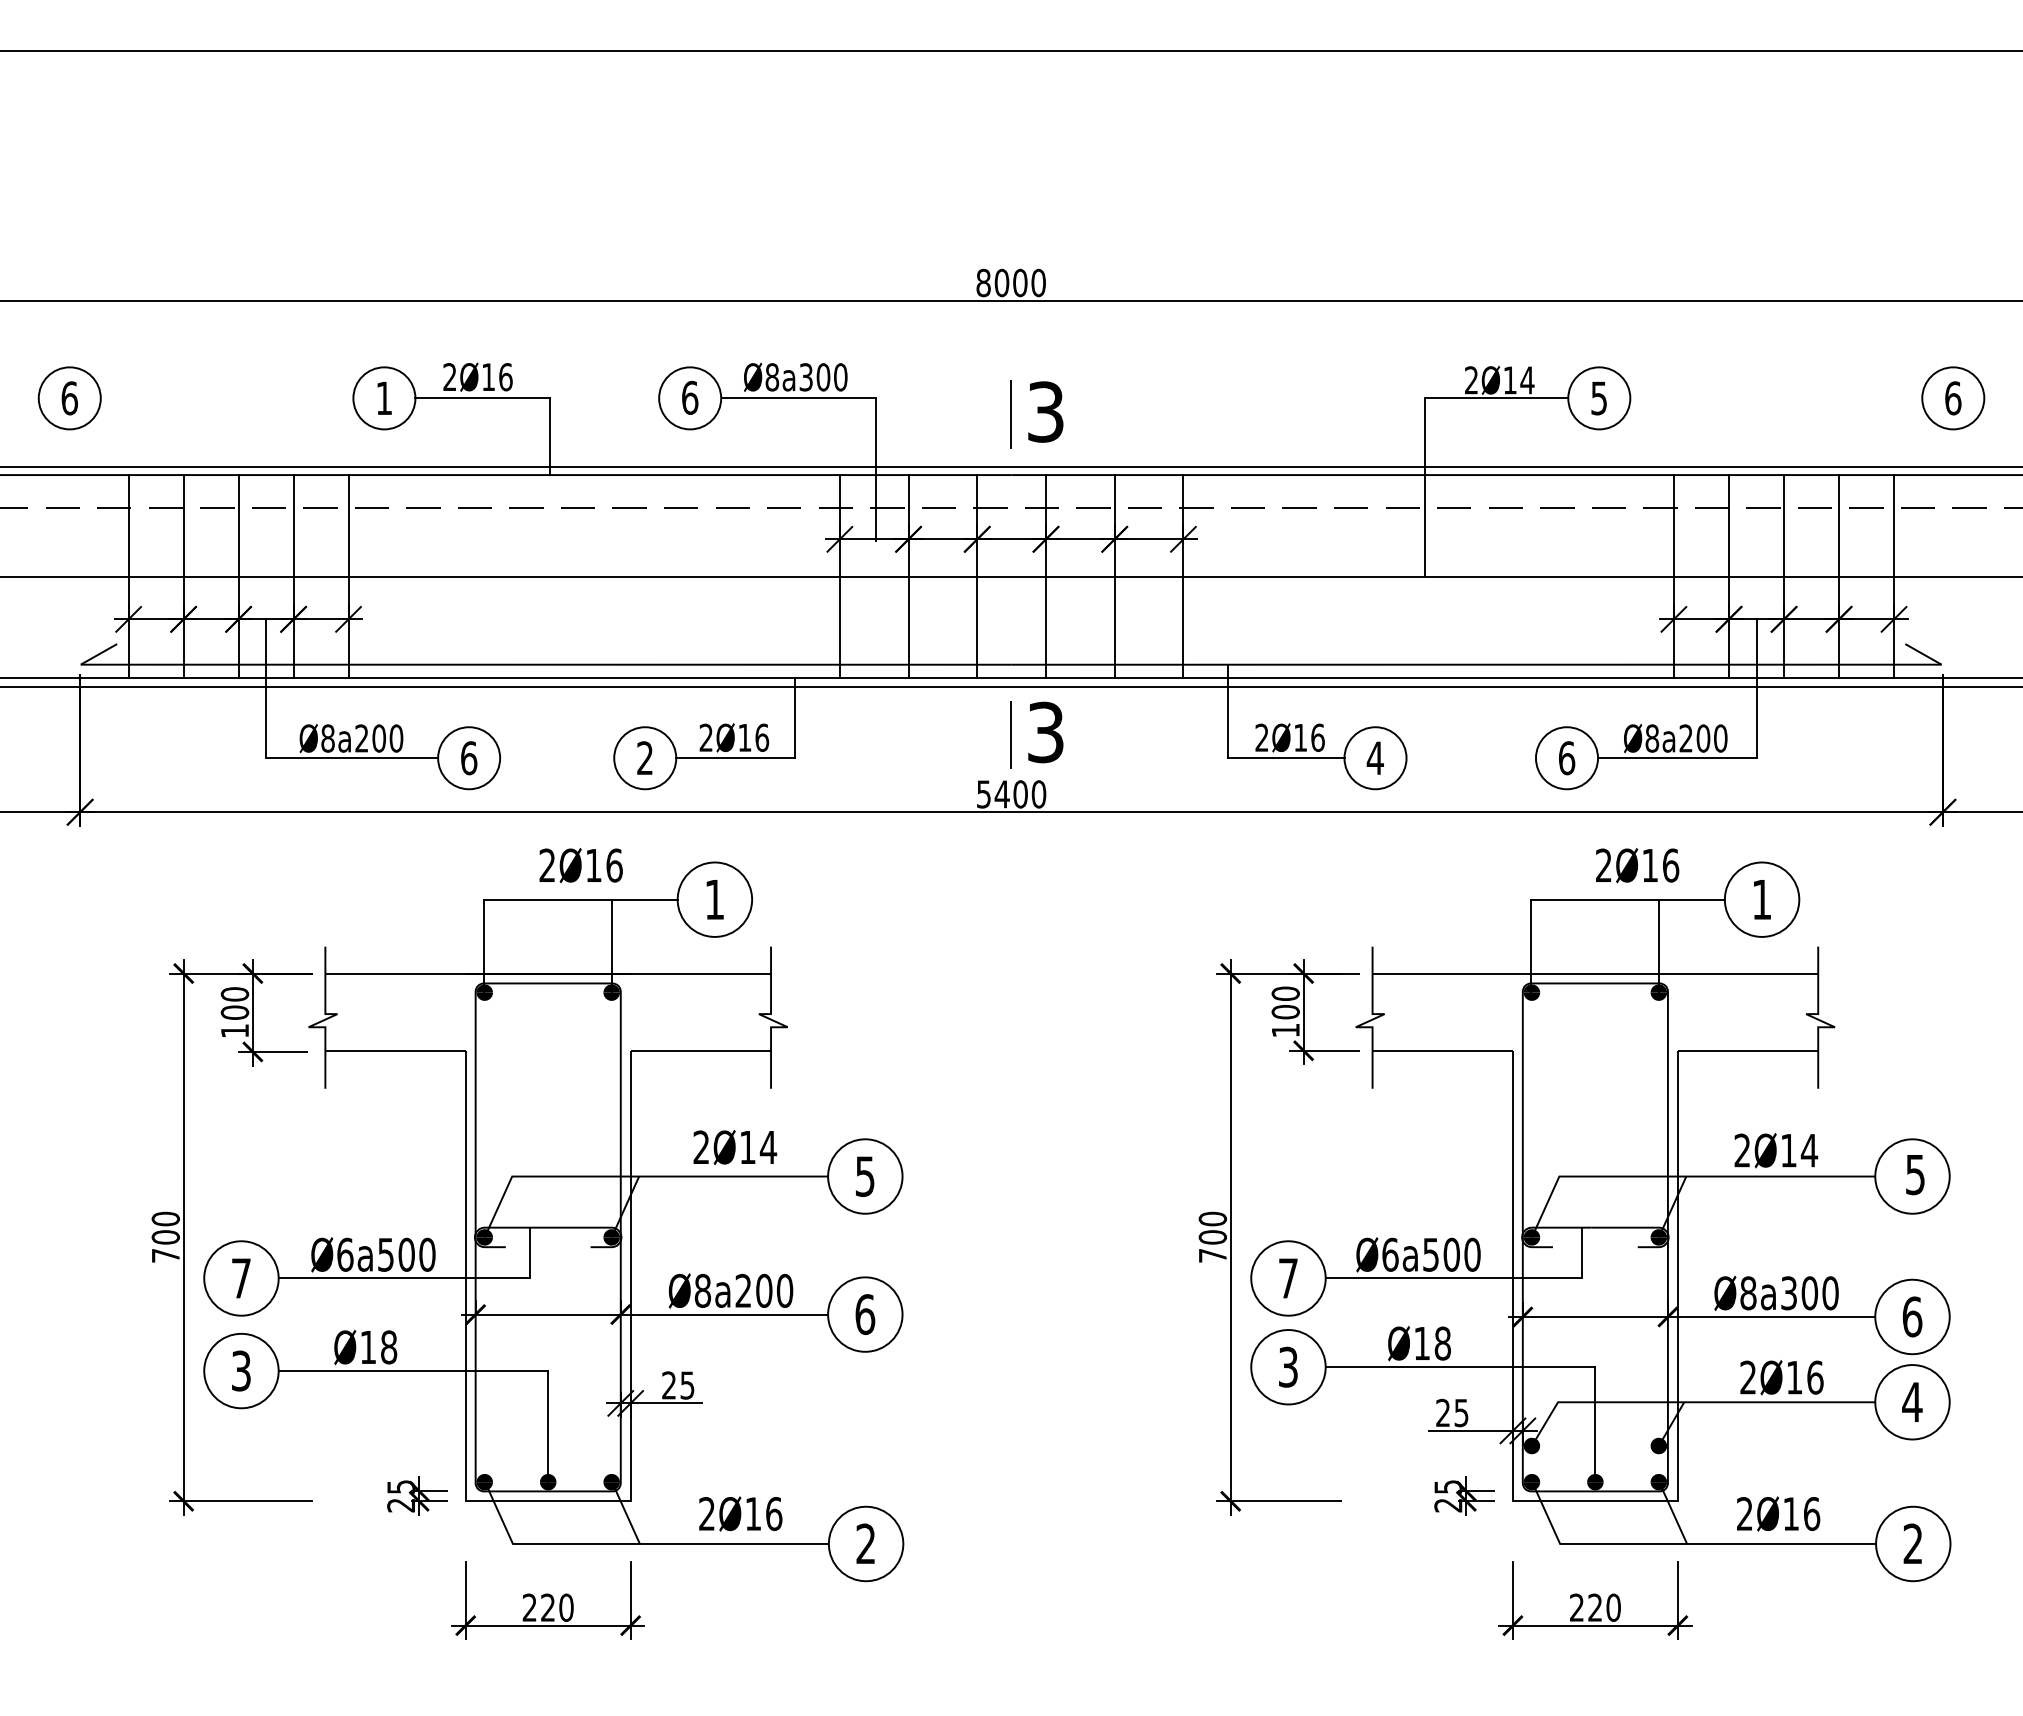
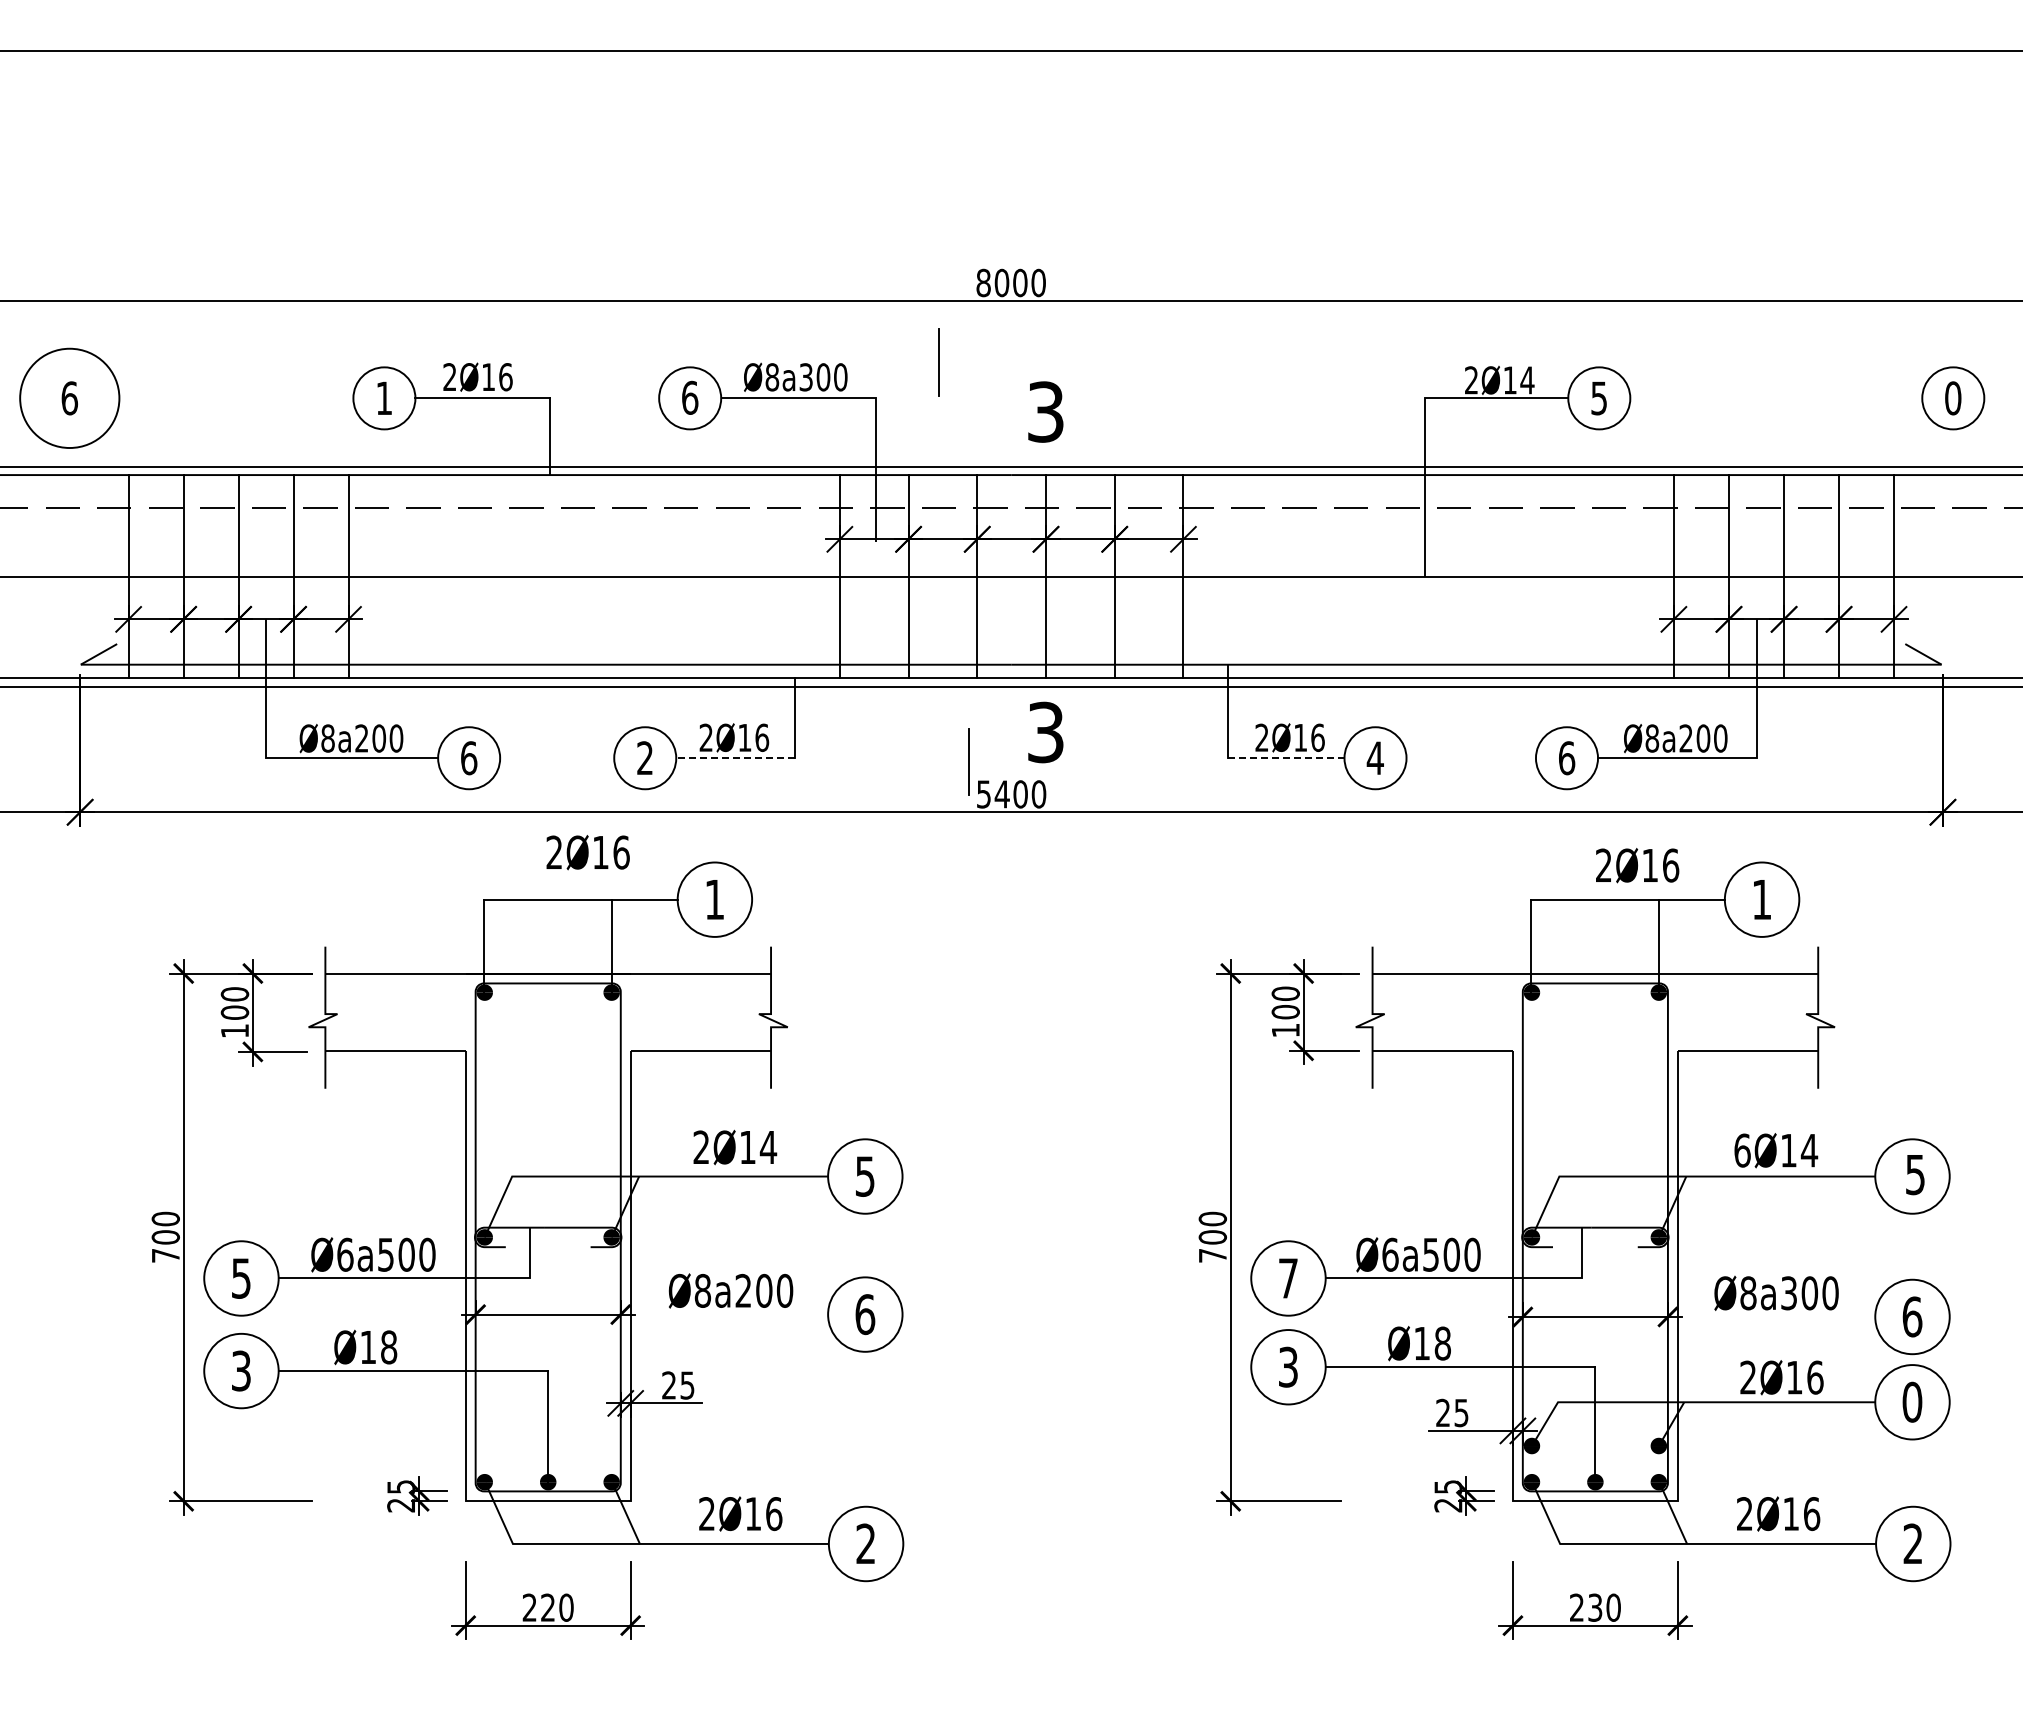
circle at (69, 398) diameter: 62 px -> 99 px
text at (1953, 398): 6 -> 0
line at (1010, 414) position: (1010, 414) -> (938, 362)
line at (1010, 734) position: (1010, 734) -> (968, 761)
line at (735, 758): solid -> dashed
line at (1286, 758): solid -> dashed
text at (580, 865) position: (580, 865) -> (587, 852)
text at (1742, 1150): 2Ø14 -> 6Ø14
text at (241, 1278): 7 -> 5
line at (732, 1314): present -> none
line at (1779, 1316): present -> none
text at (1912, 1401): 4 -> 0
text at (1595, 1607): 220 -> 230
